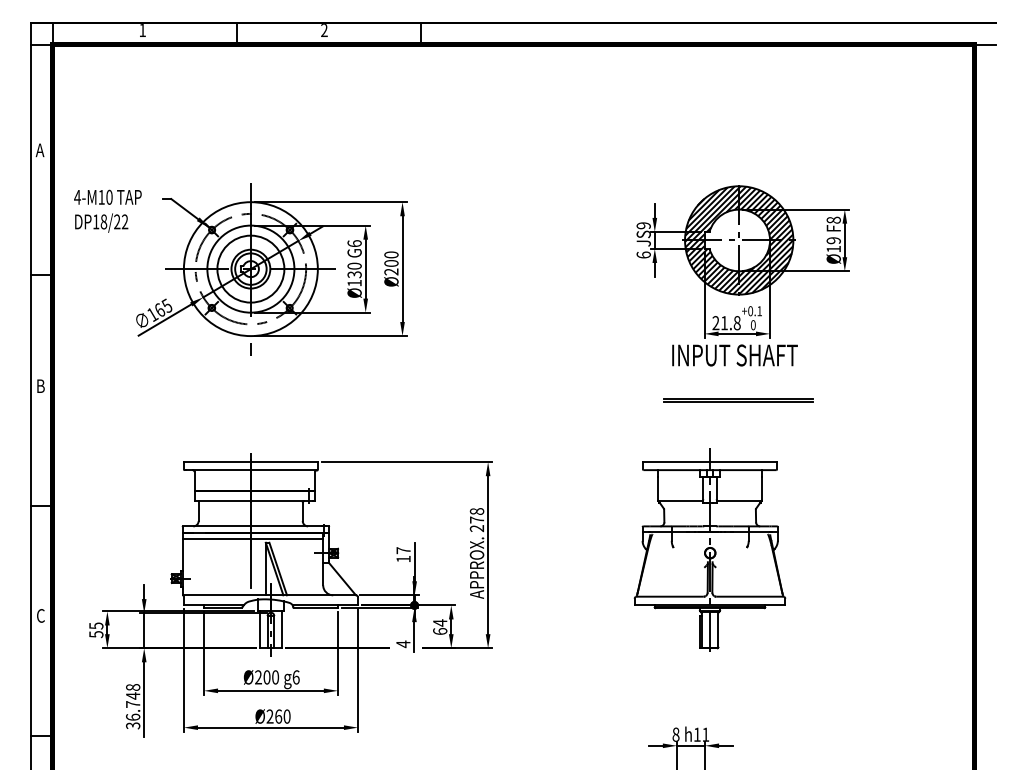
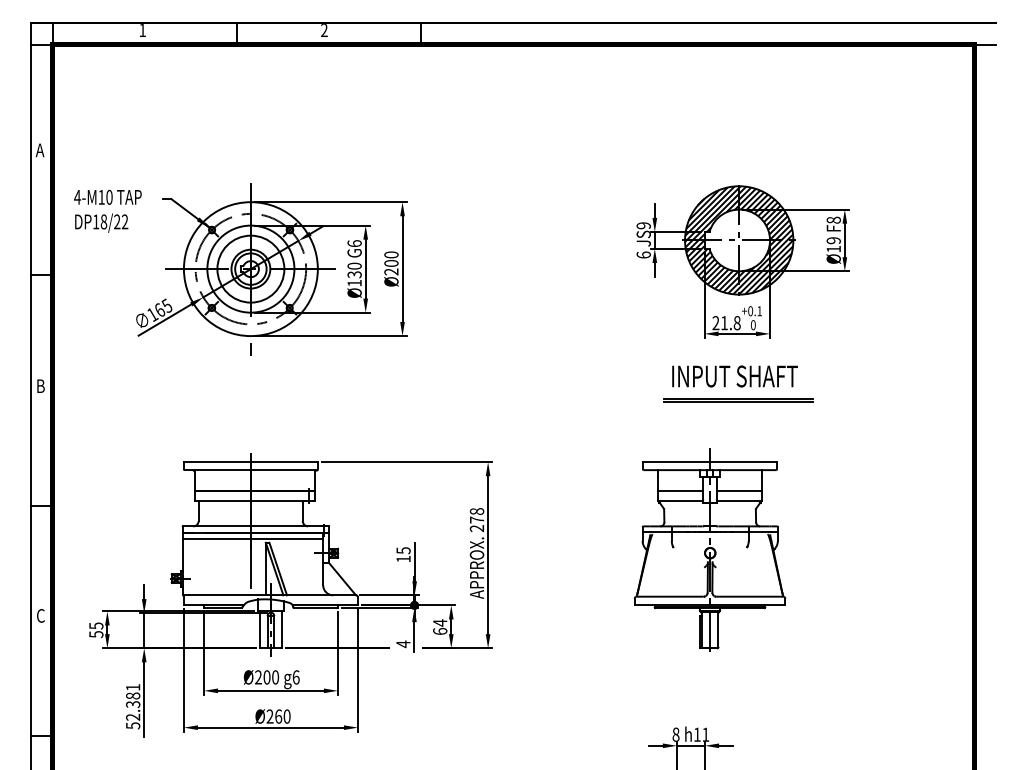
text at (734, 355) position: (734, 355) -> (734, 376)
line at (680, 490): none -> present
line at (738, 490): none -> present
text at (403, 550): 17 -> 15
text at (133, 706): 36.748 -> 52.381
